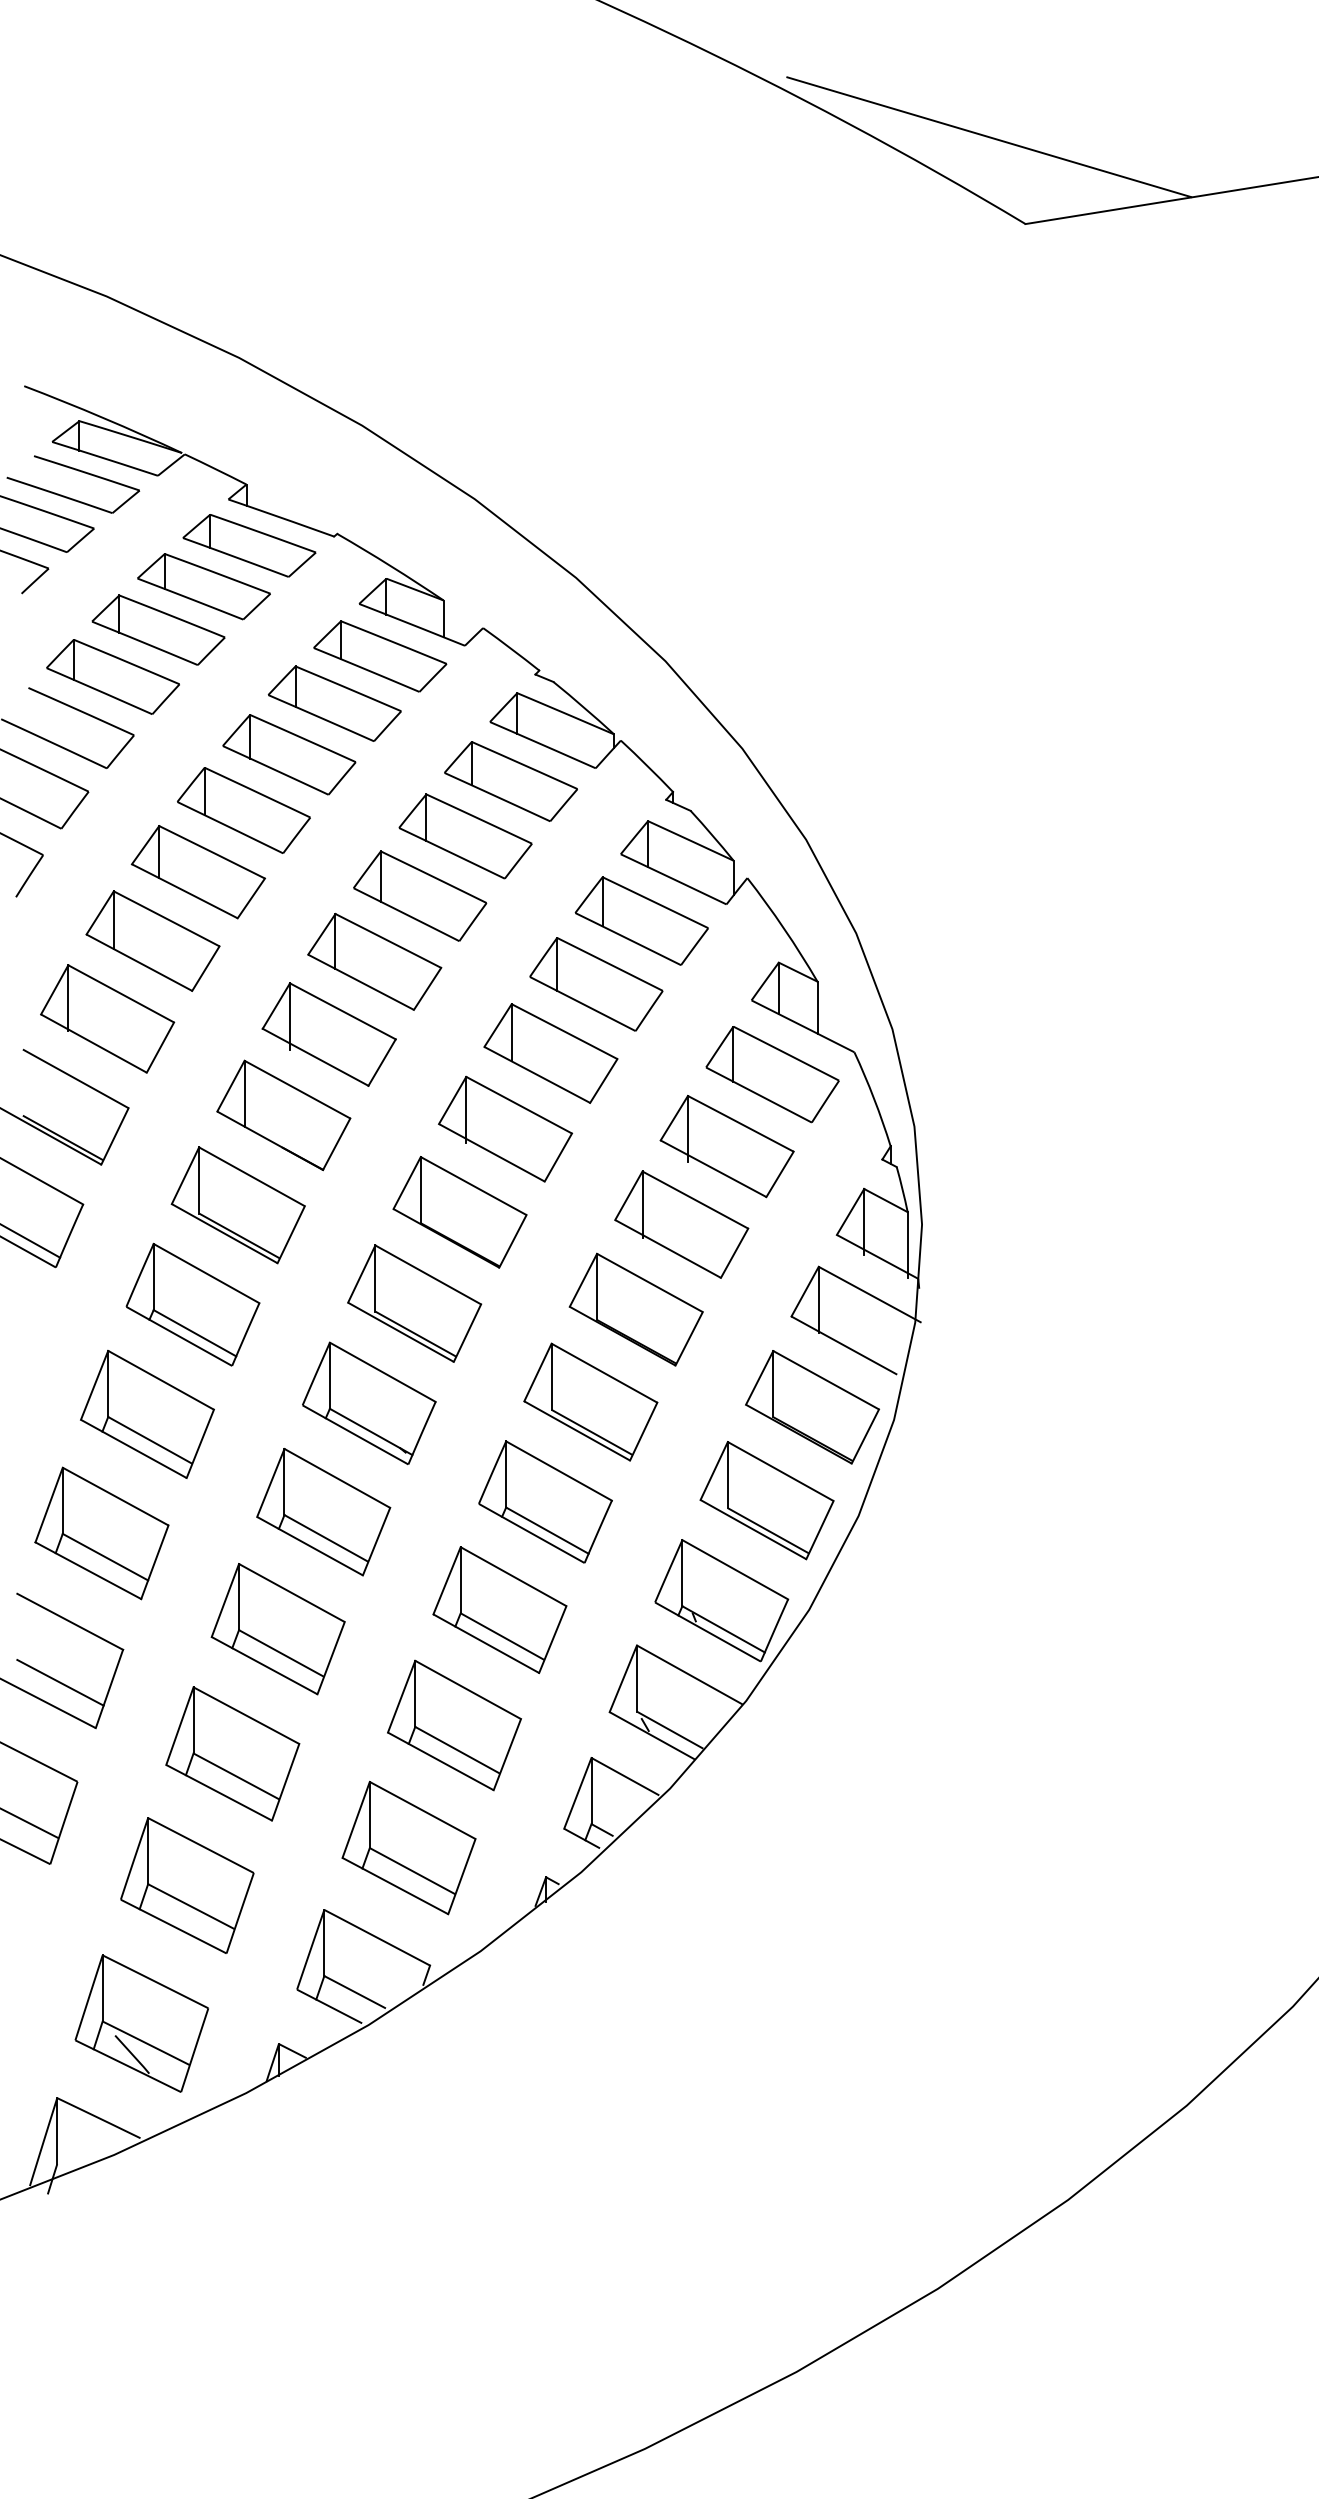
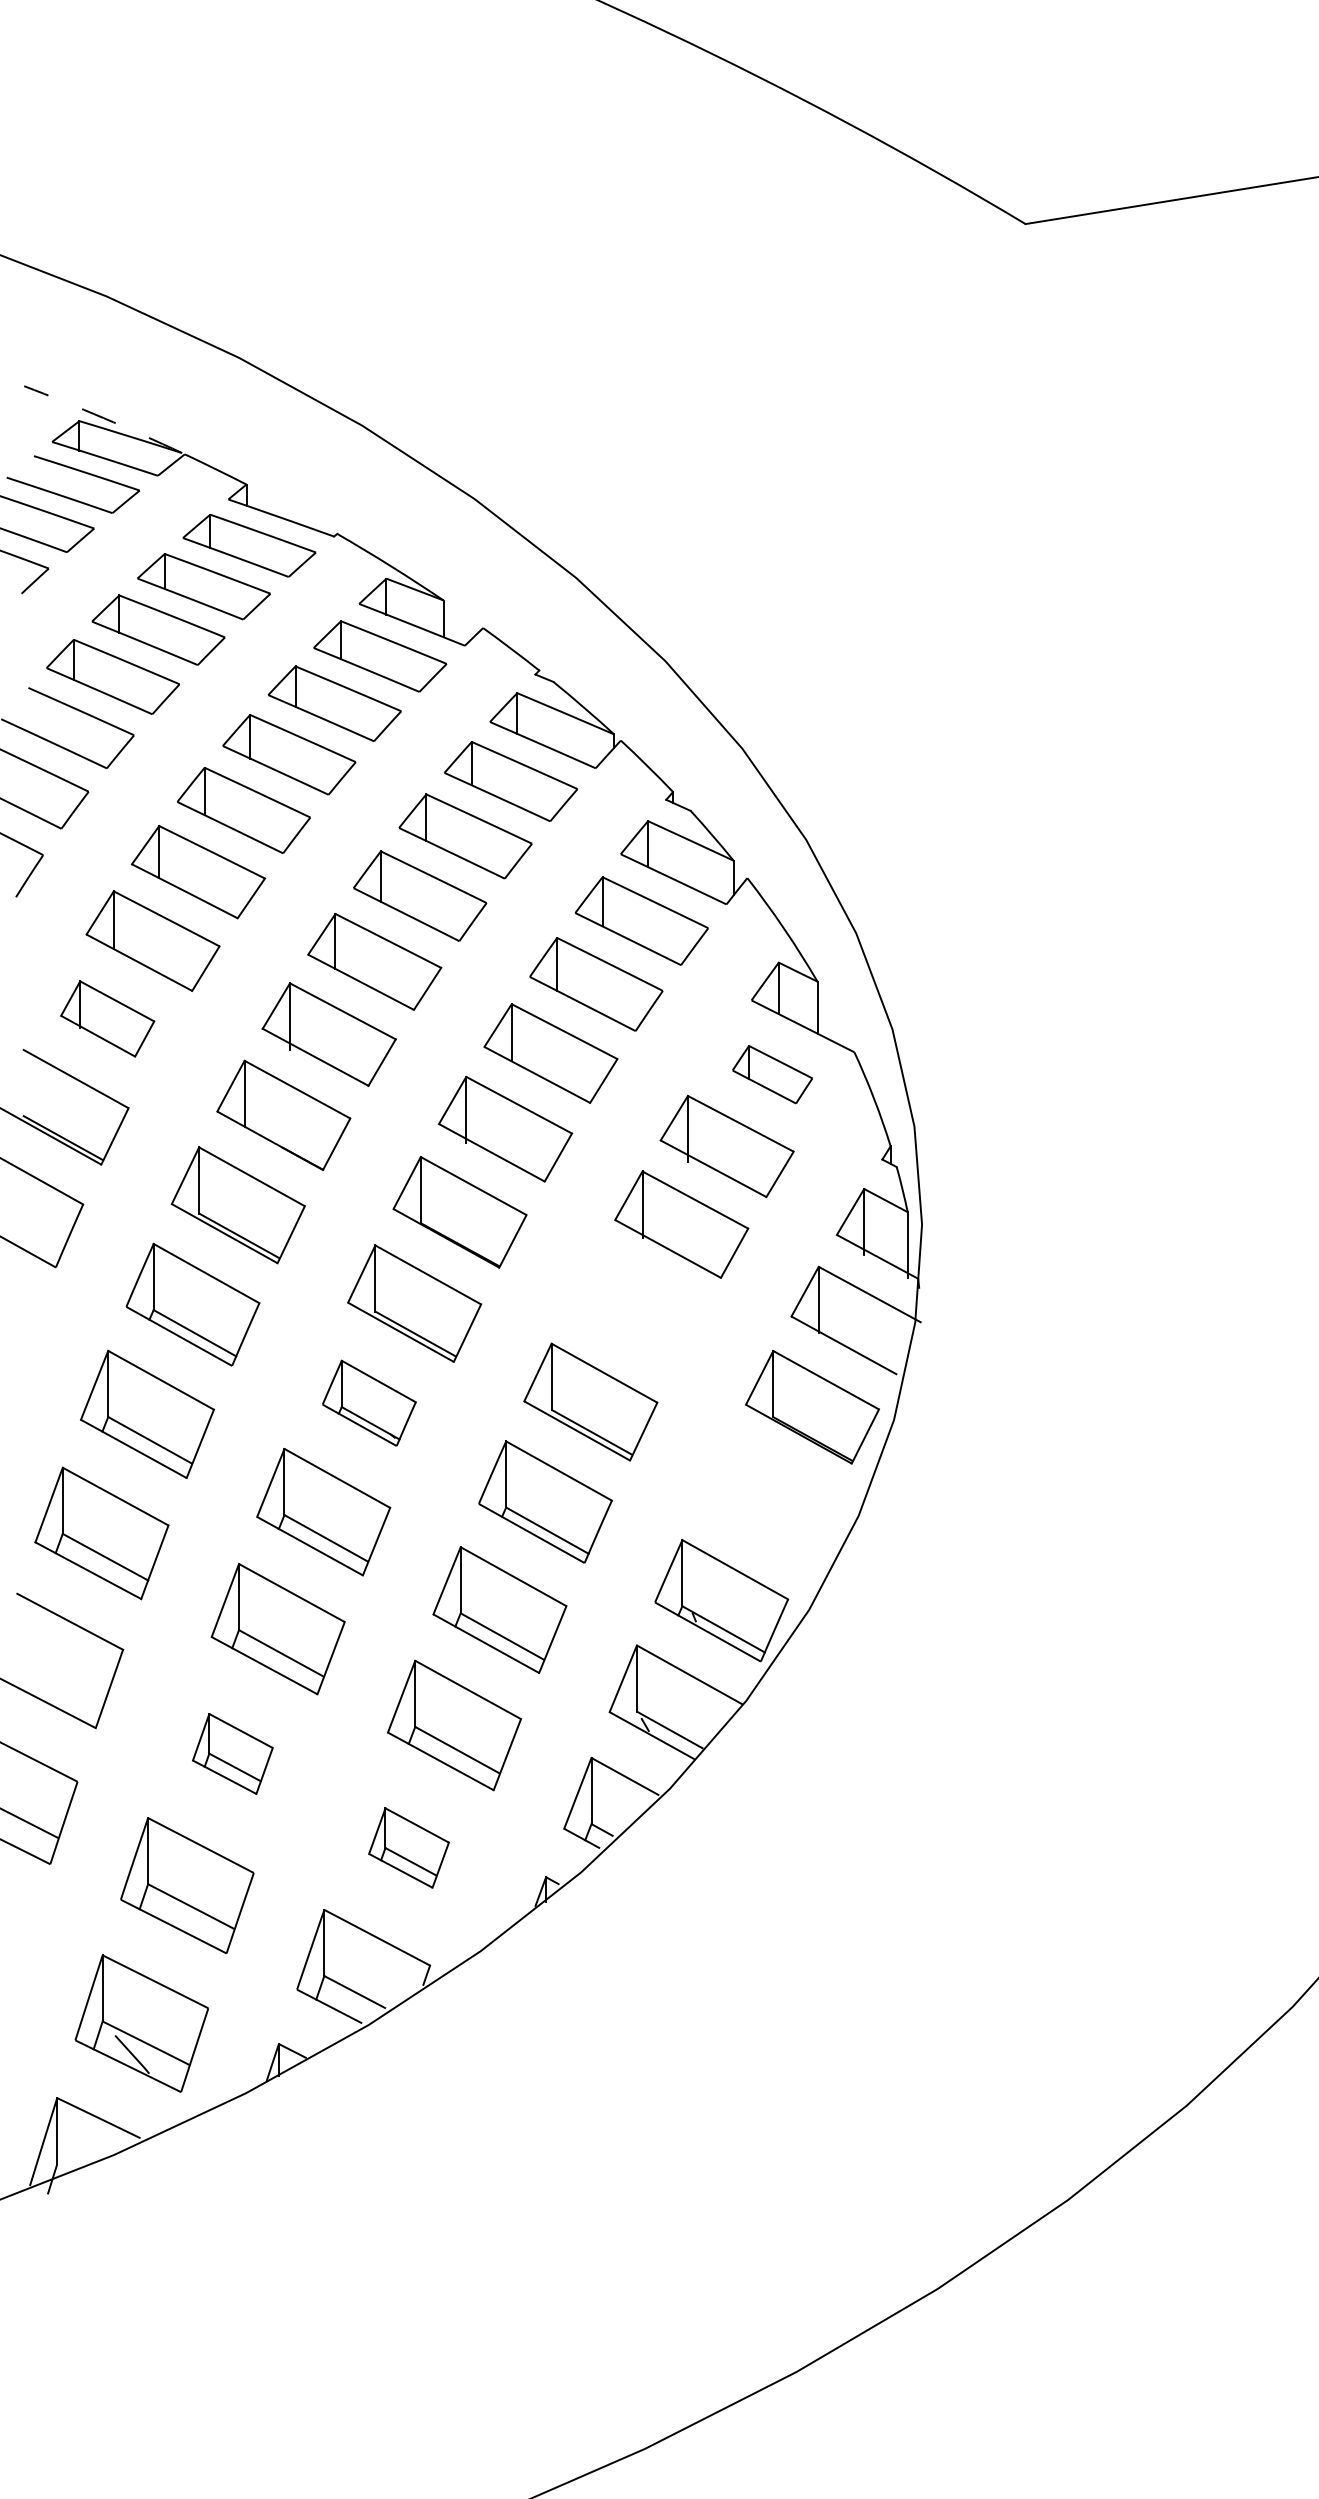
line at (989, 137): present -> none
arc at (103, 418): solid -> dashed
part at (107, 1018) size: 136x110 px -> 96x78 px
part at (772, 1074) size: 135x98 px -> 81x60 px
line at (31, 1241): present -> none
part at (635, 1309): present -> none
part at (369, 1402) size: 135x124 px -> 95x88 px
part at (766, 1500): present -> none
line at (60, 1682): present -> none
part at (232, 1753) size: 136x136 px -> 82x82 px
part at (408, 1847) size: 136x136 px -> 82x82 px
